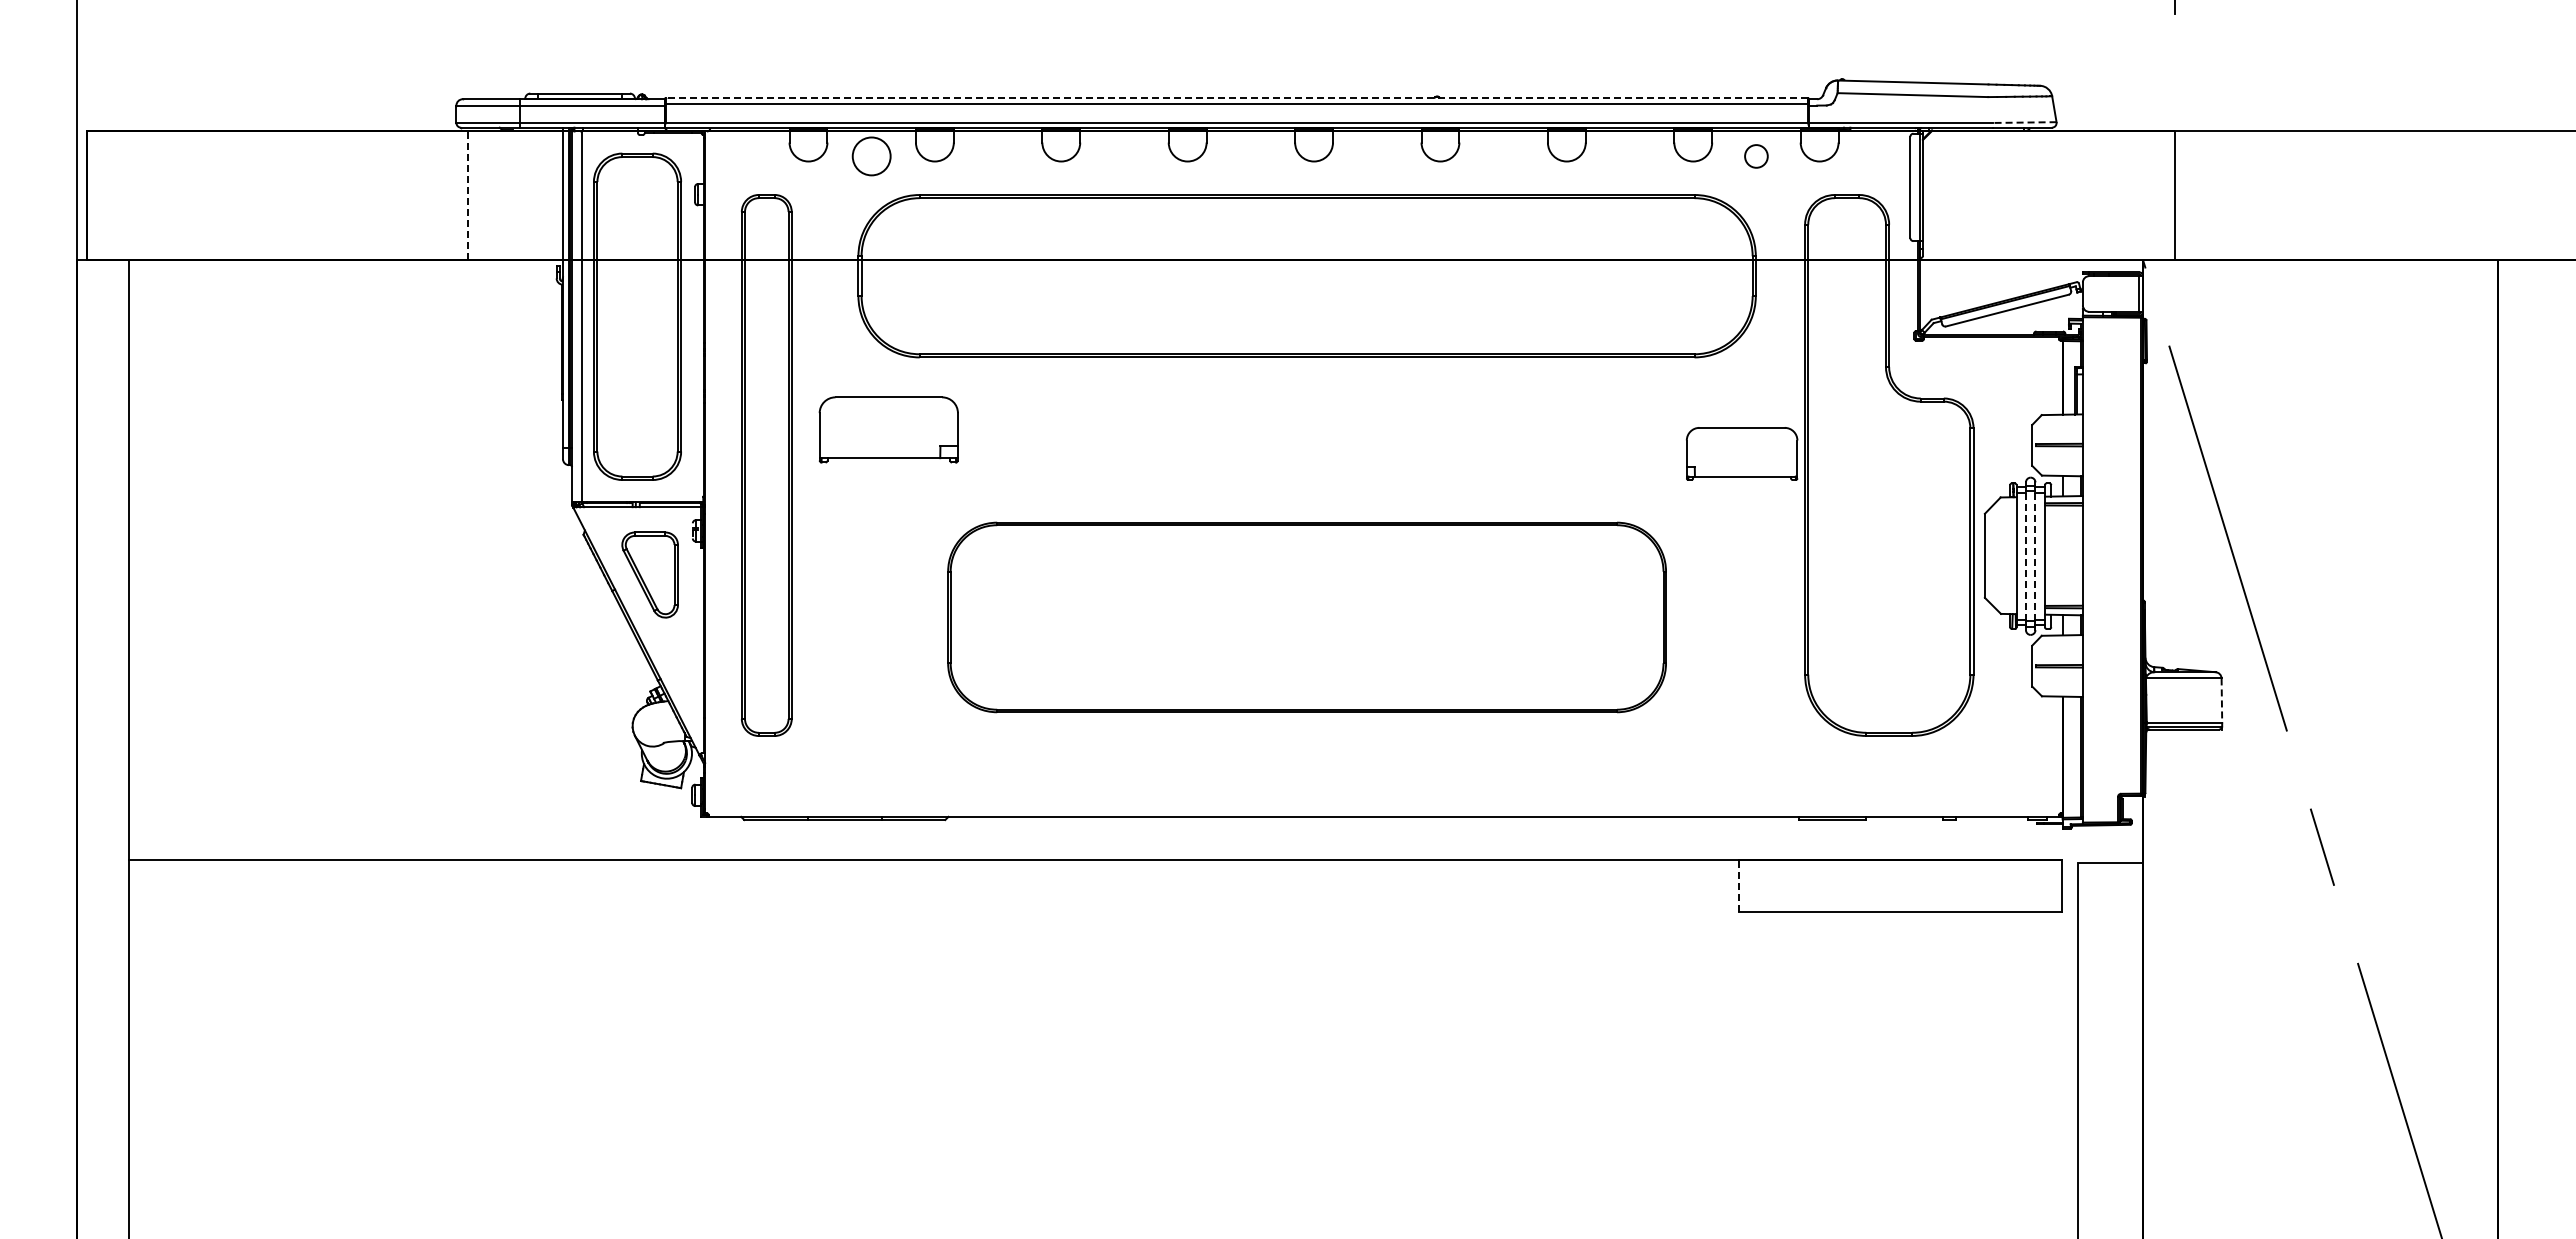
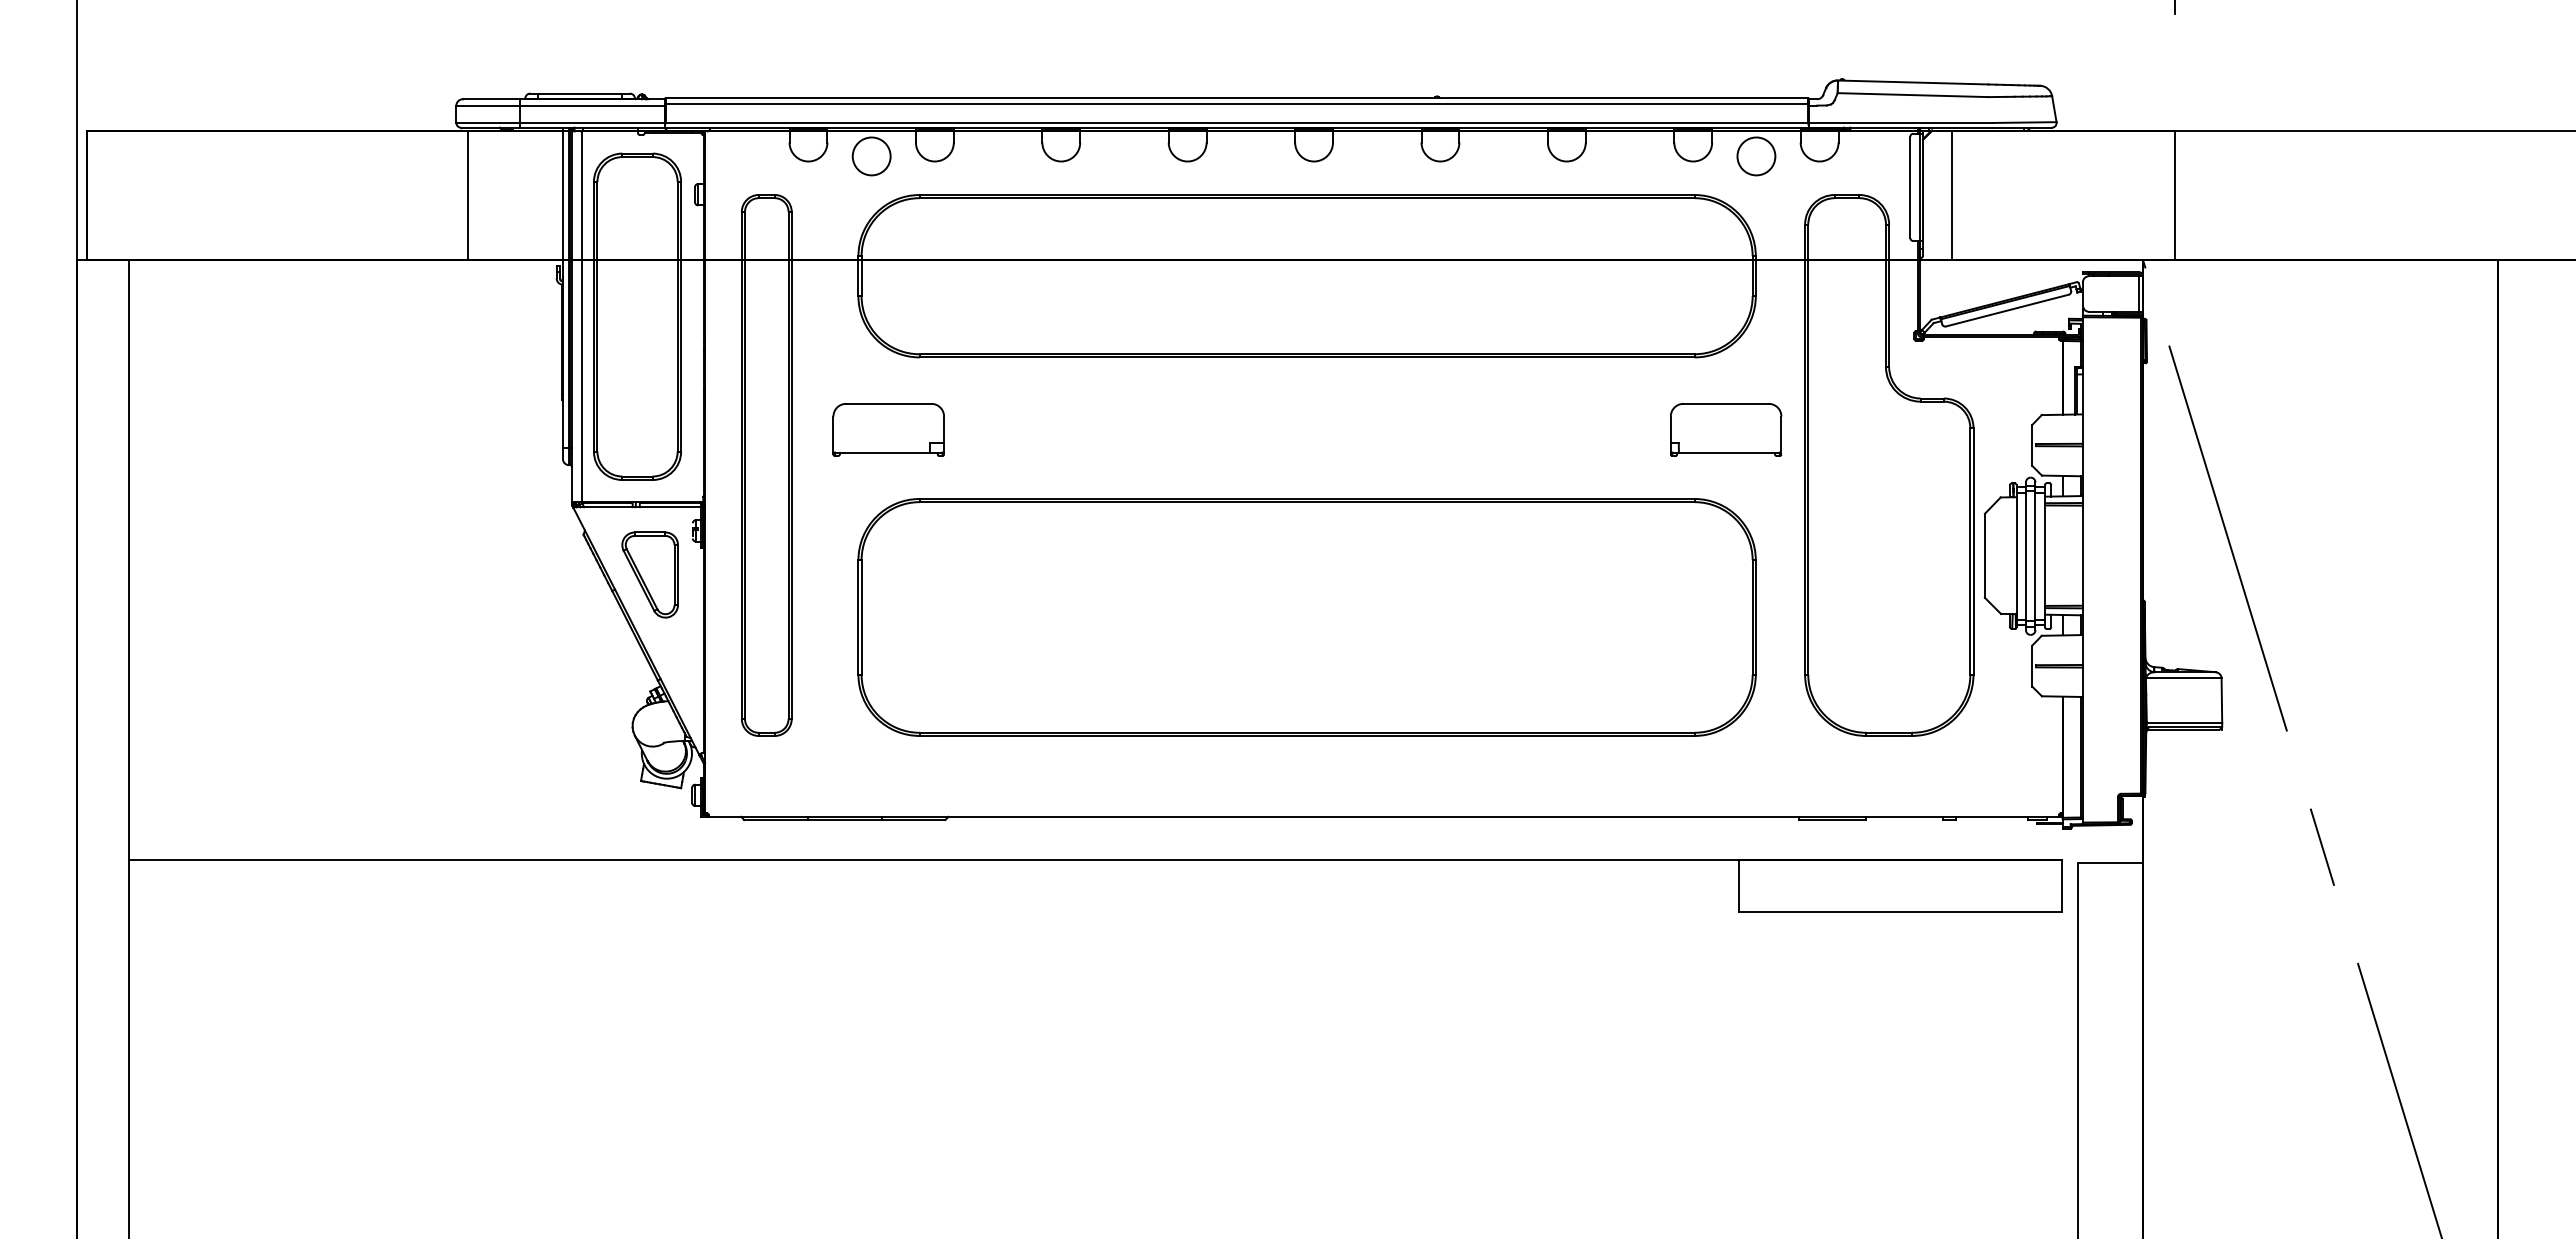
line at (1236, 98): dashed -> solid
line at (2024, 122): dashed -> solid
circle at (1756, 156) diameter: 23 px -> 38 px
line at (1952, 194): none -> present
line at (467, 195): dashed -> solid
part at (888, 429) size: 141x68 px -> 113x54 px
part at (1742, 453) position: (1742, 453) -> (1726, 429)
line at (2025, 556): dashed -> solid
line at (2035, 556): dashed -> solid
part at (1306, 617) size: 720x193 px -> 900x239 px
line at (2221, 701): dashed -> solid
line at (1739, 885): dashed -> solid
